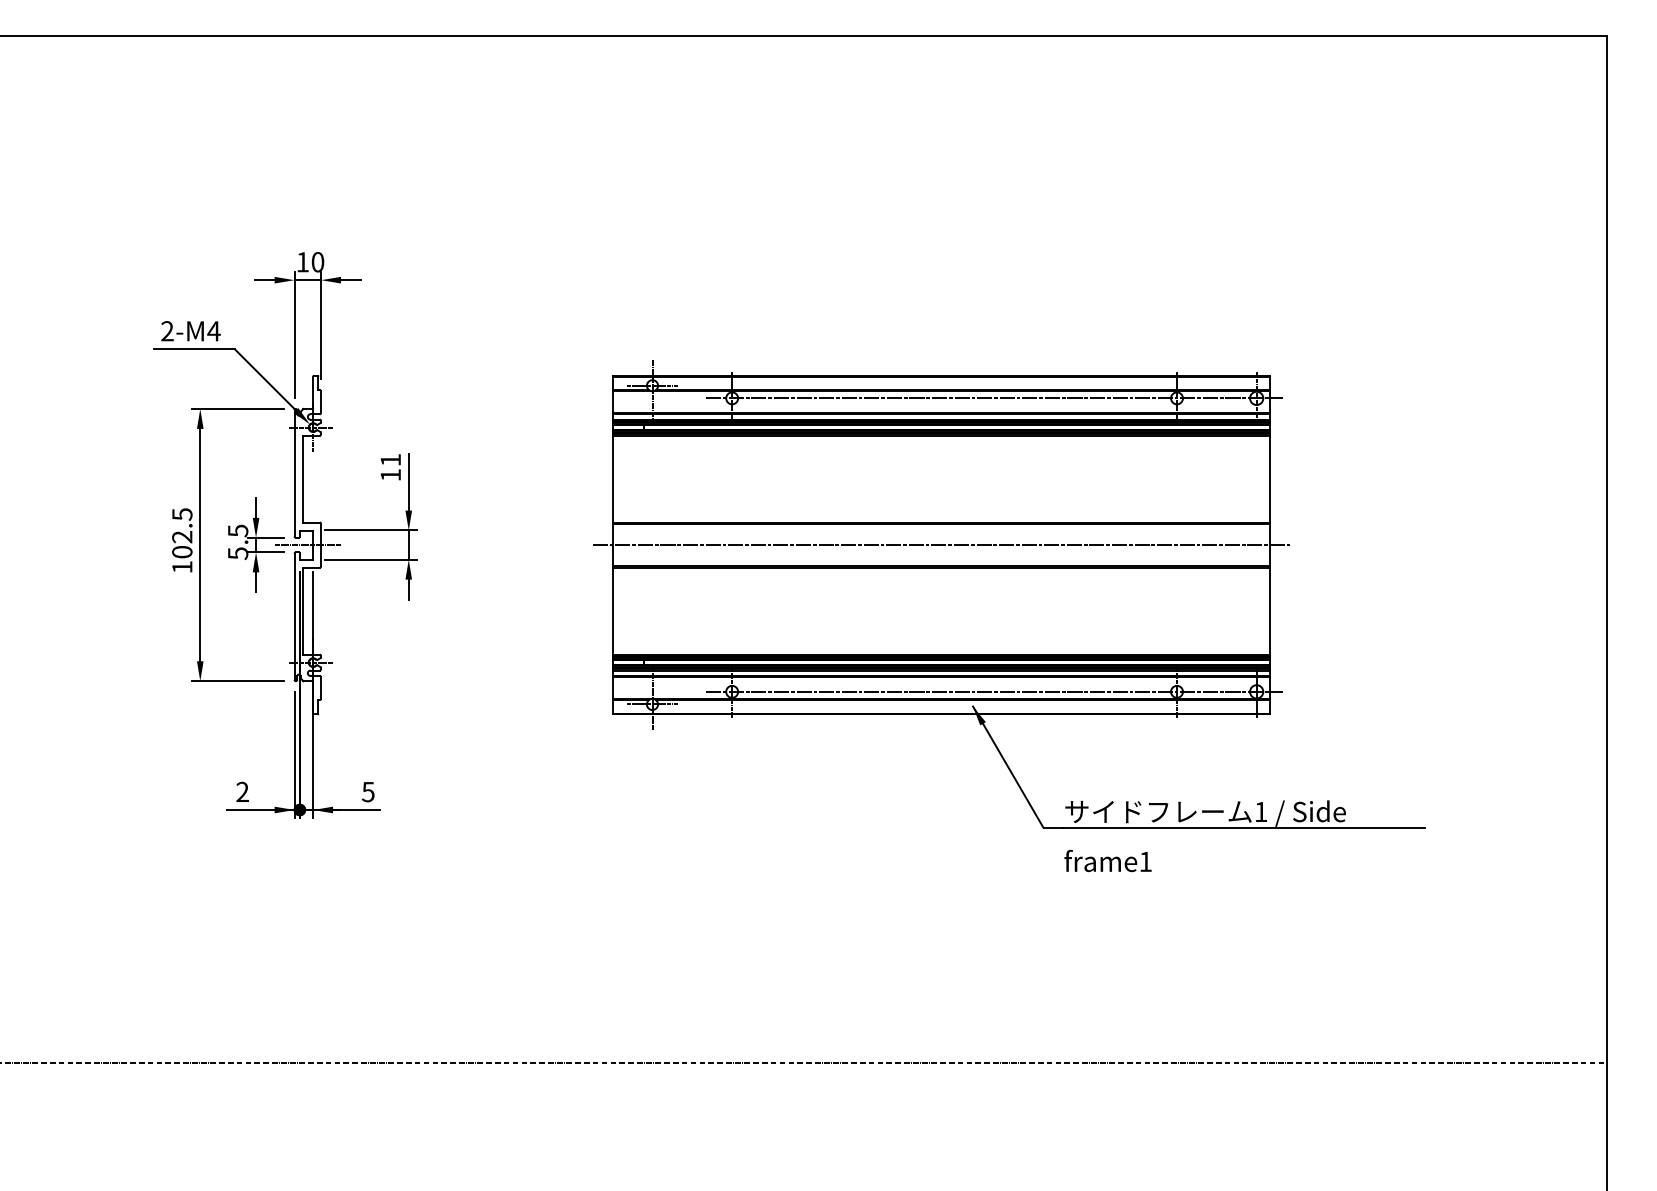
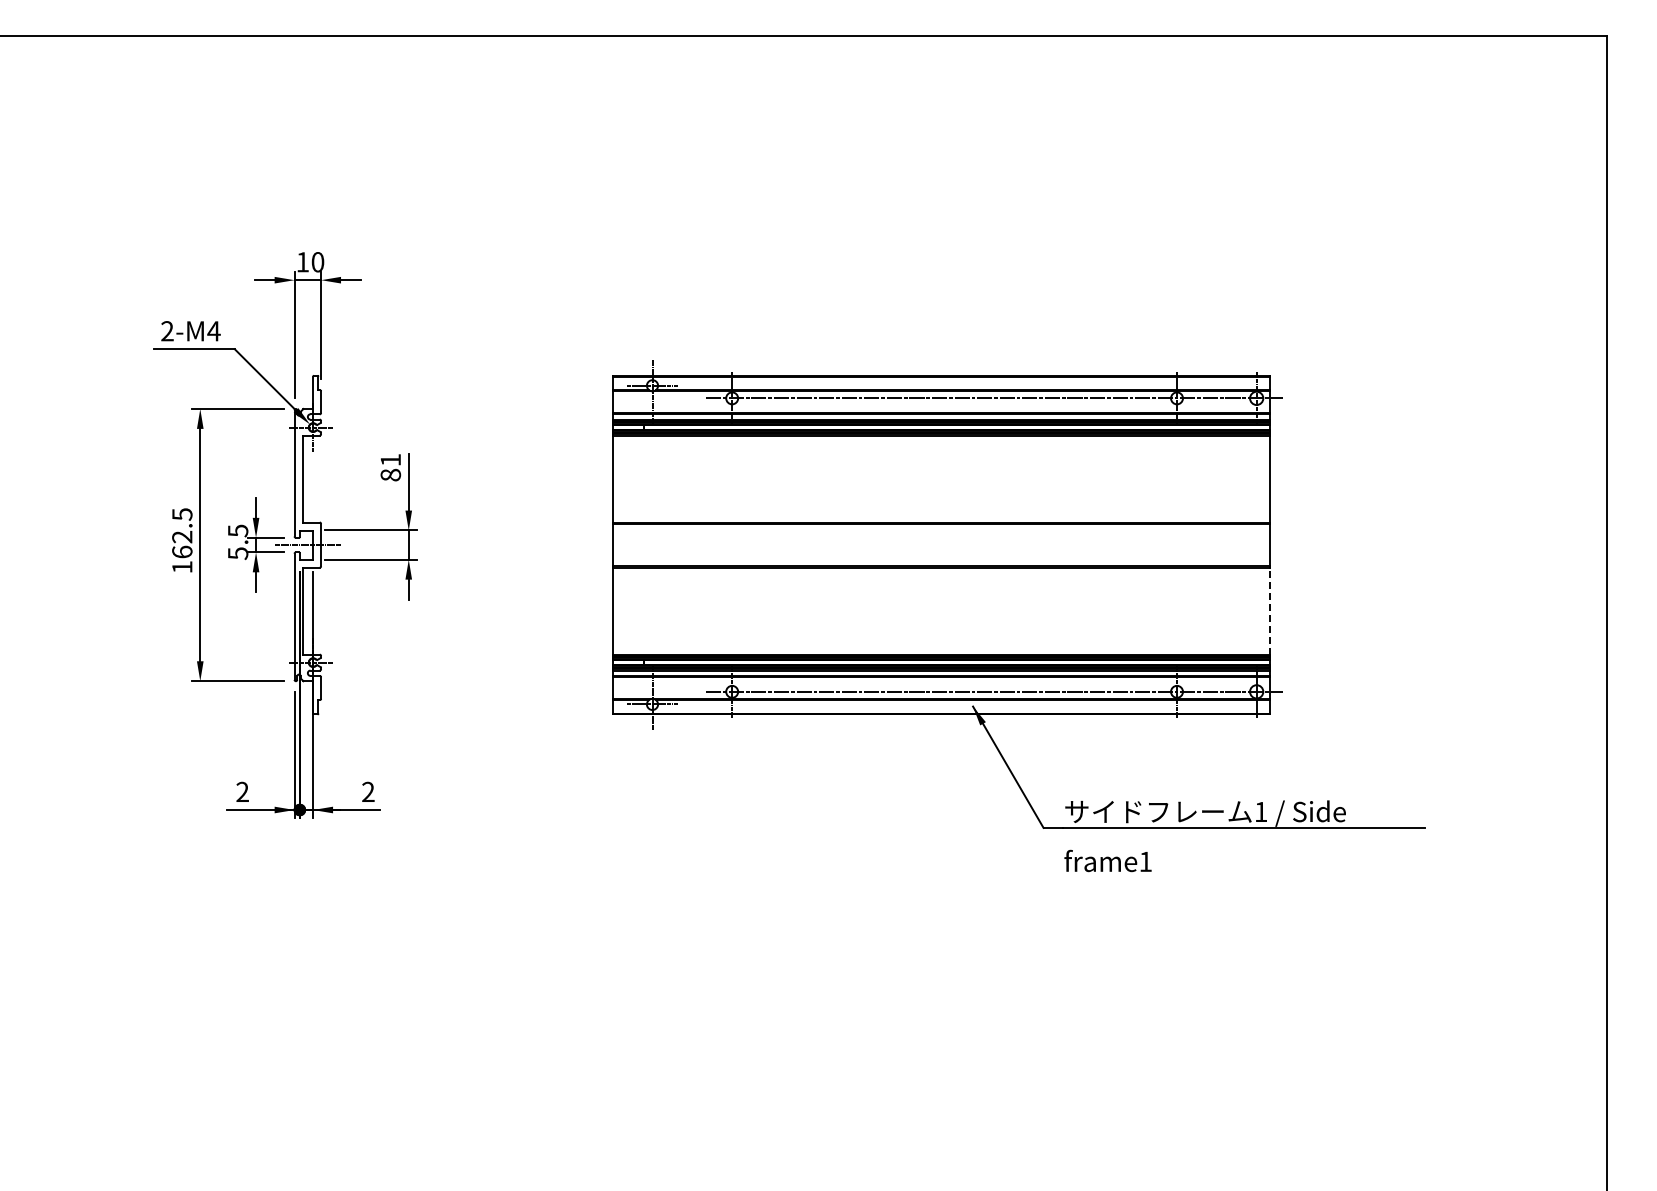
text at (390, 474): 11 -> 81
line at (940, 545): present -> none
text at (182, 551): 102.5 -> 162.5
line at (1269, 610): solid -> dashed
text at (367, 791): 5 -> 2
line at (804, 1063): present -> none
